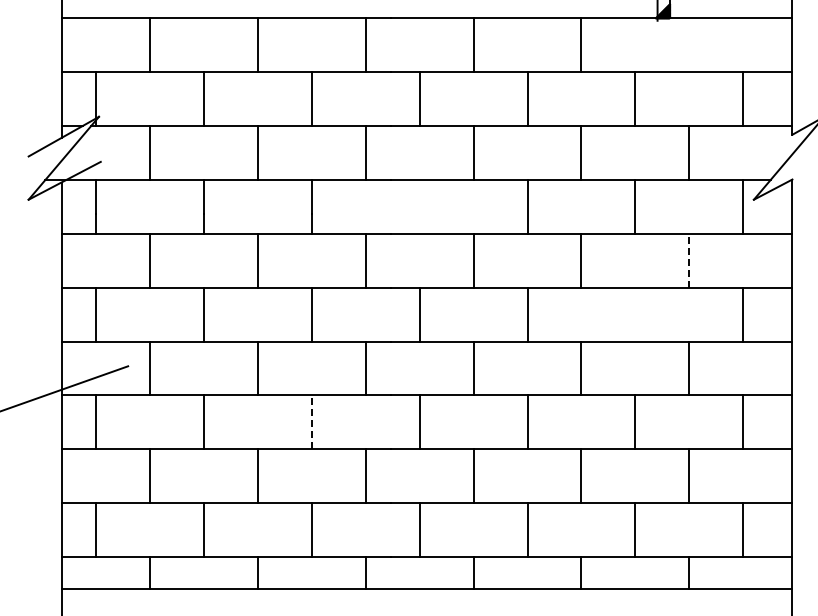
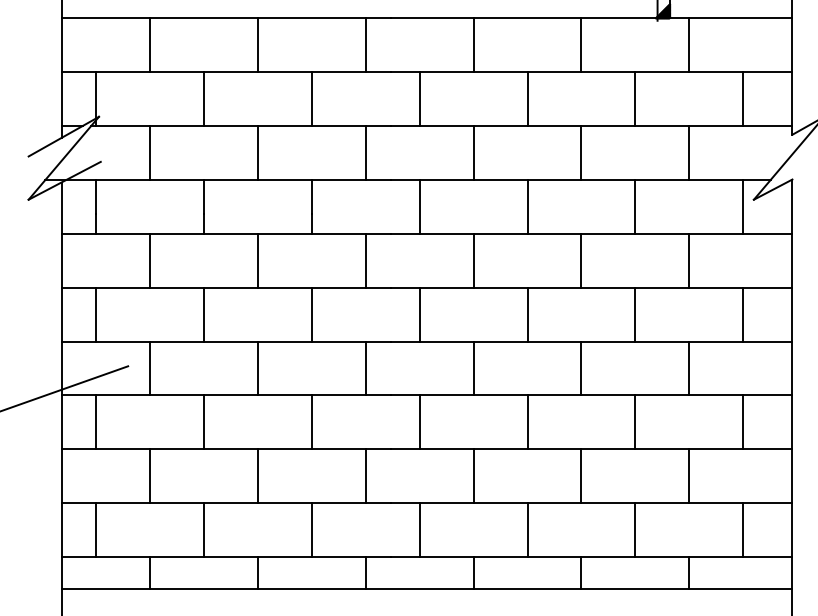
line at (689, 45): none -> present
line at (419, 206): none -> present
line at (689, 260): dashed -> solid
line at (635, 314): none -> present
line at (311, 422): dashed -> solid
